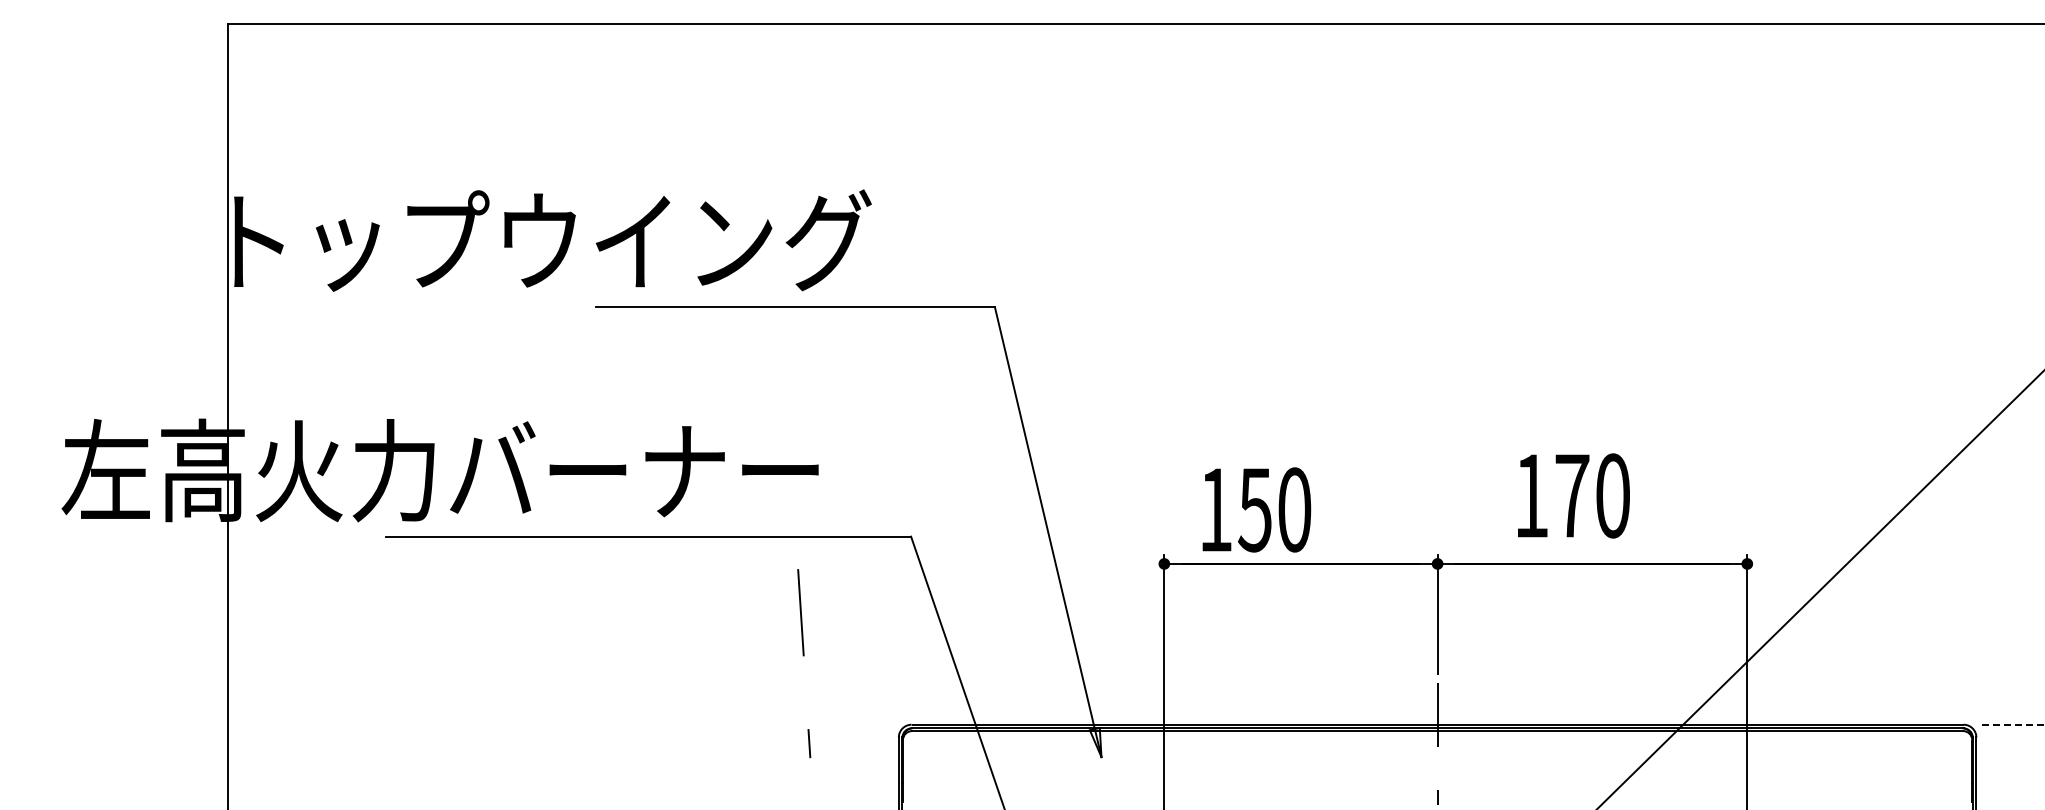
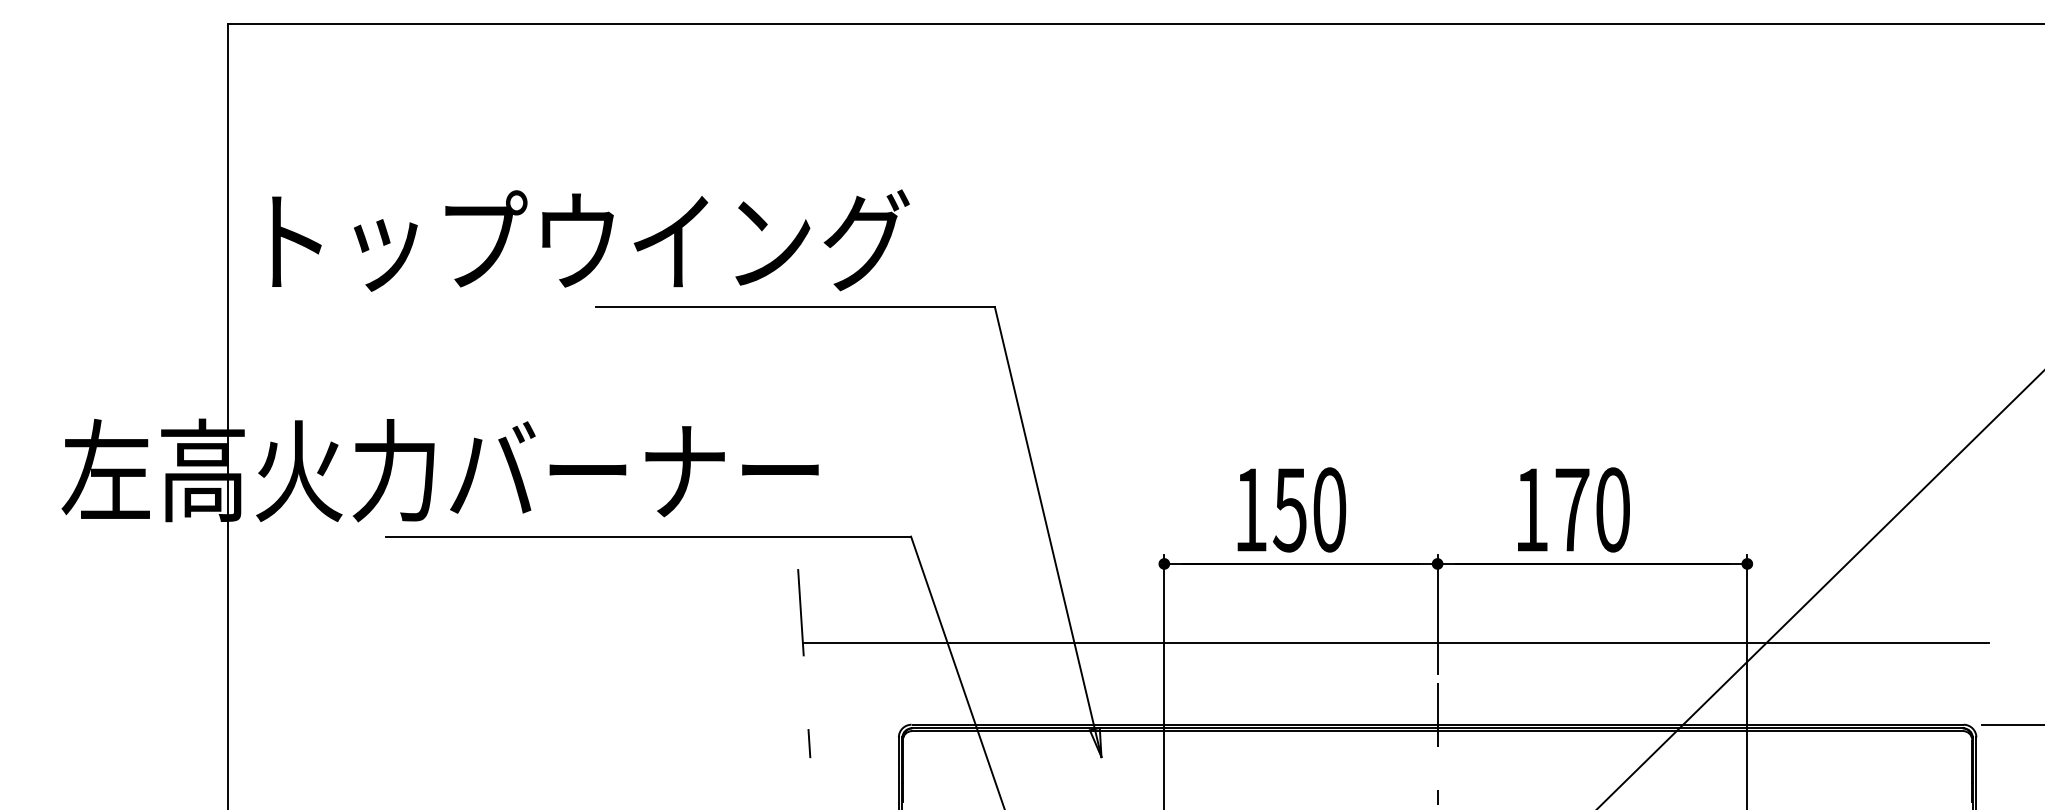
text at (552, 240) position: (552, 240) -> (590, 240)
text at (1573, 495) position: (1573, 495) -> (1573, 509)
text at (1256, 509) position: (1256, 509) -> (1291, 509)
line at (1395, 642): none -> present
line at (2013, 724): dashed -> solid
